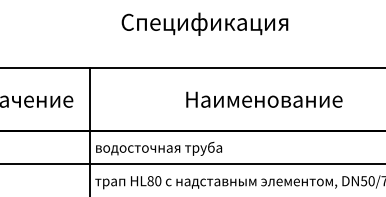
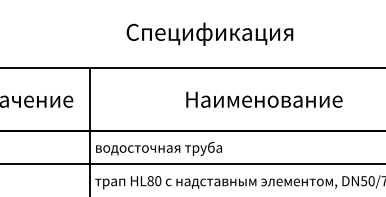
text at (204, 23) position: (204, 23) -> (209, 33)
